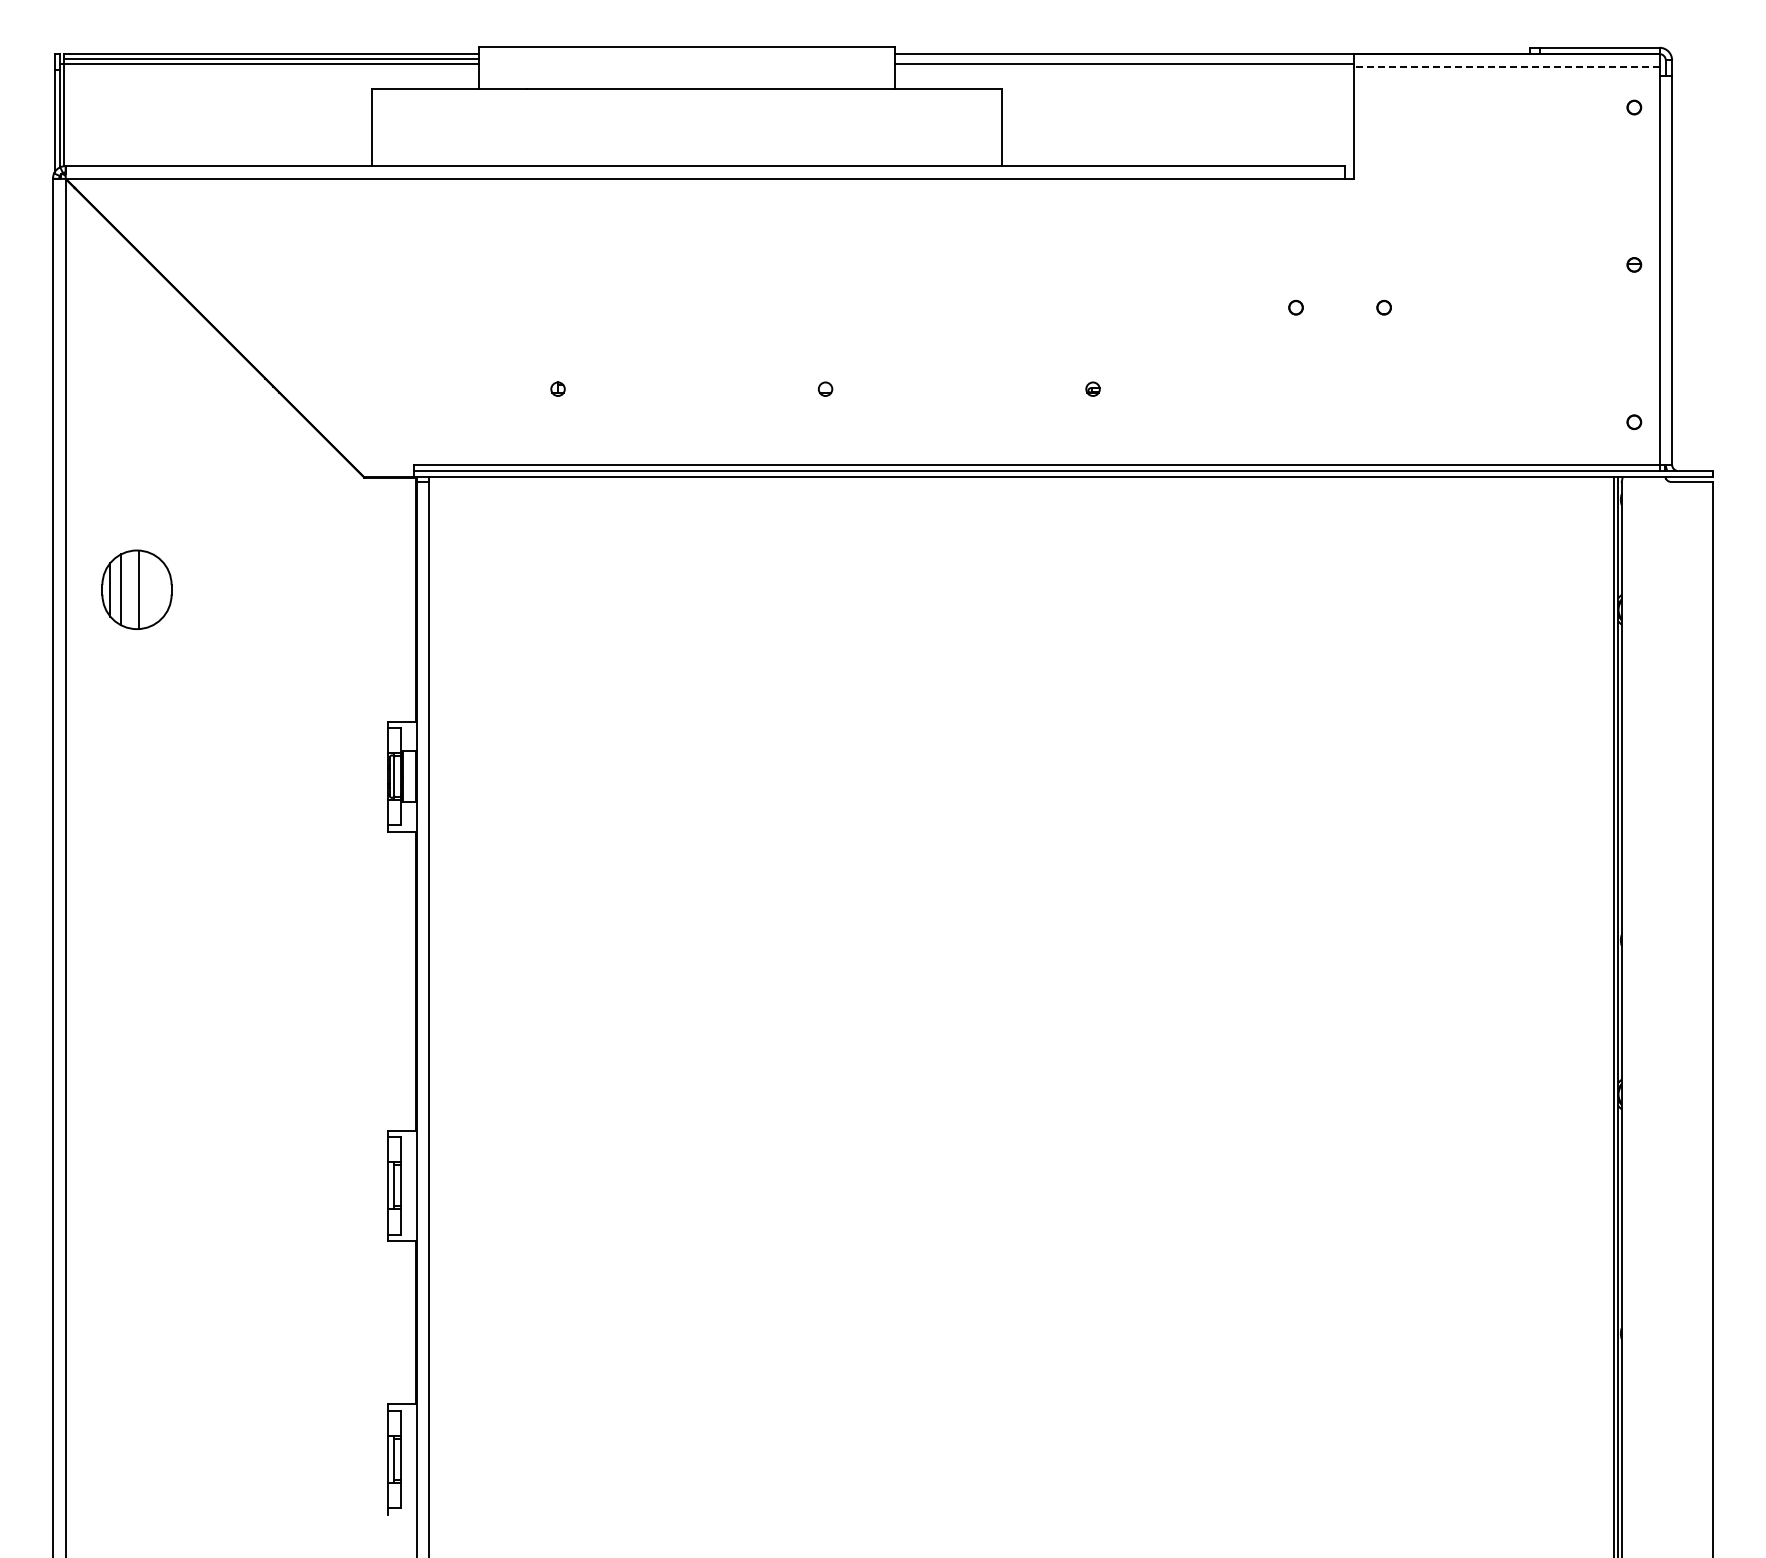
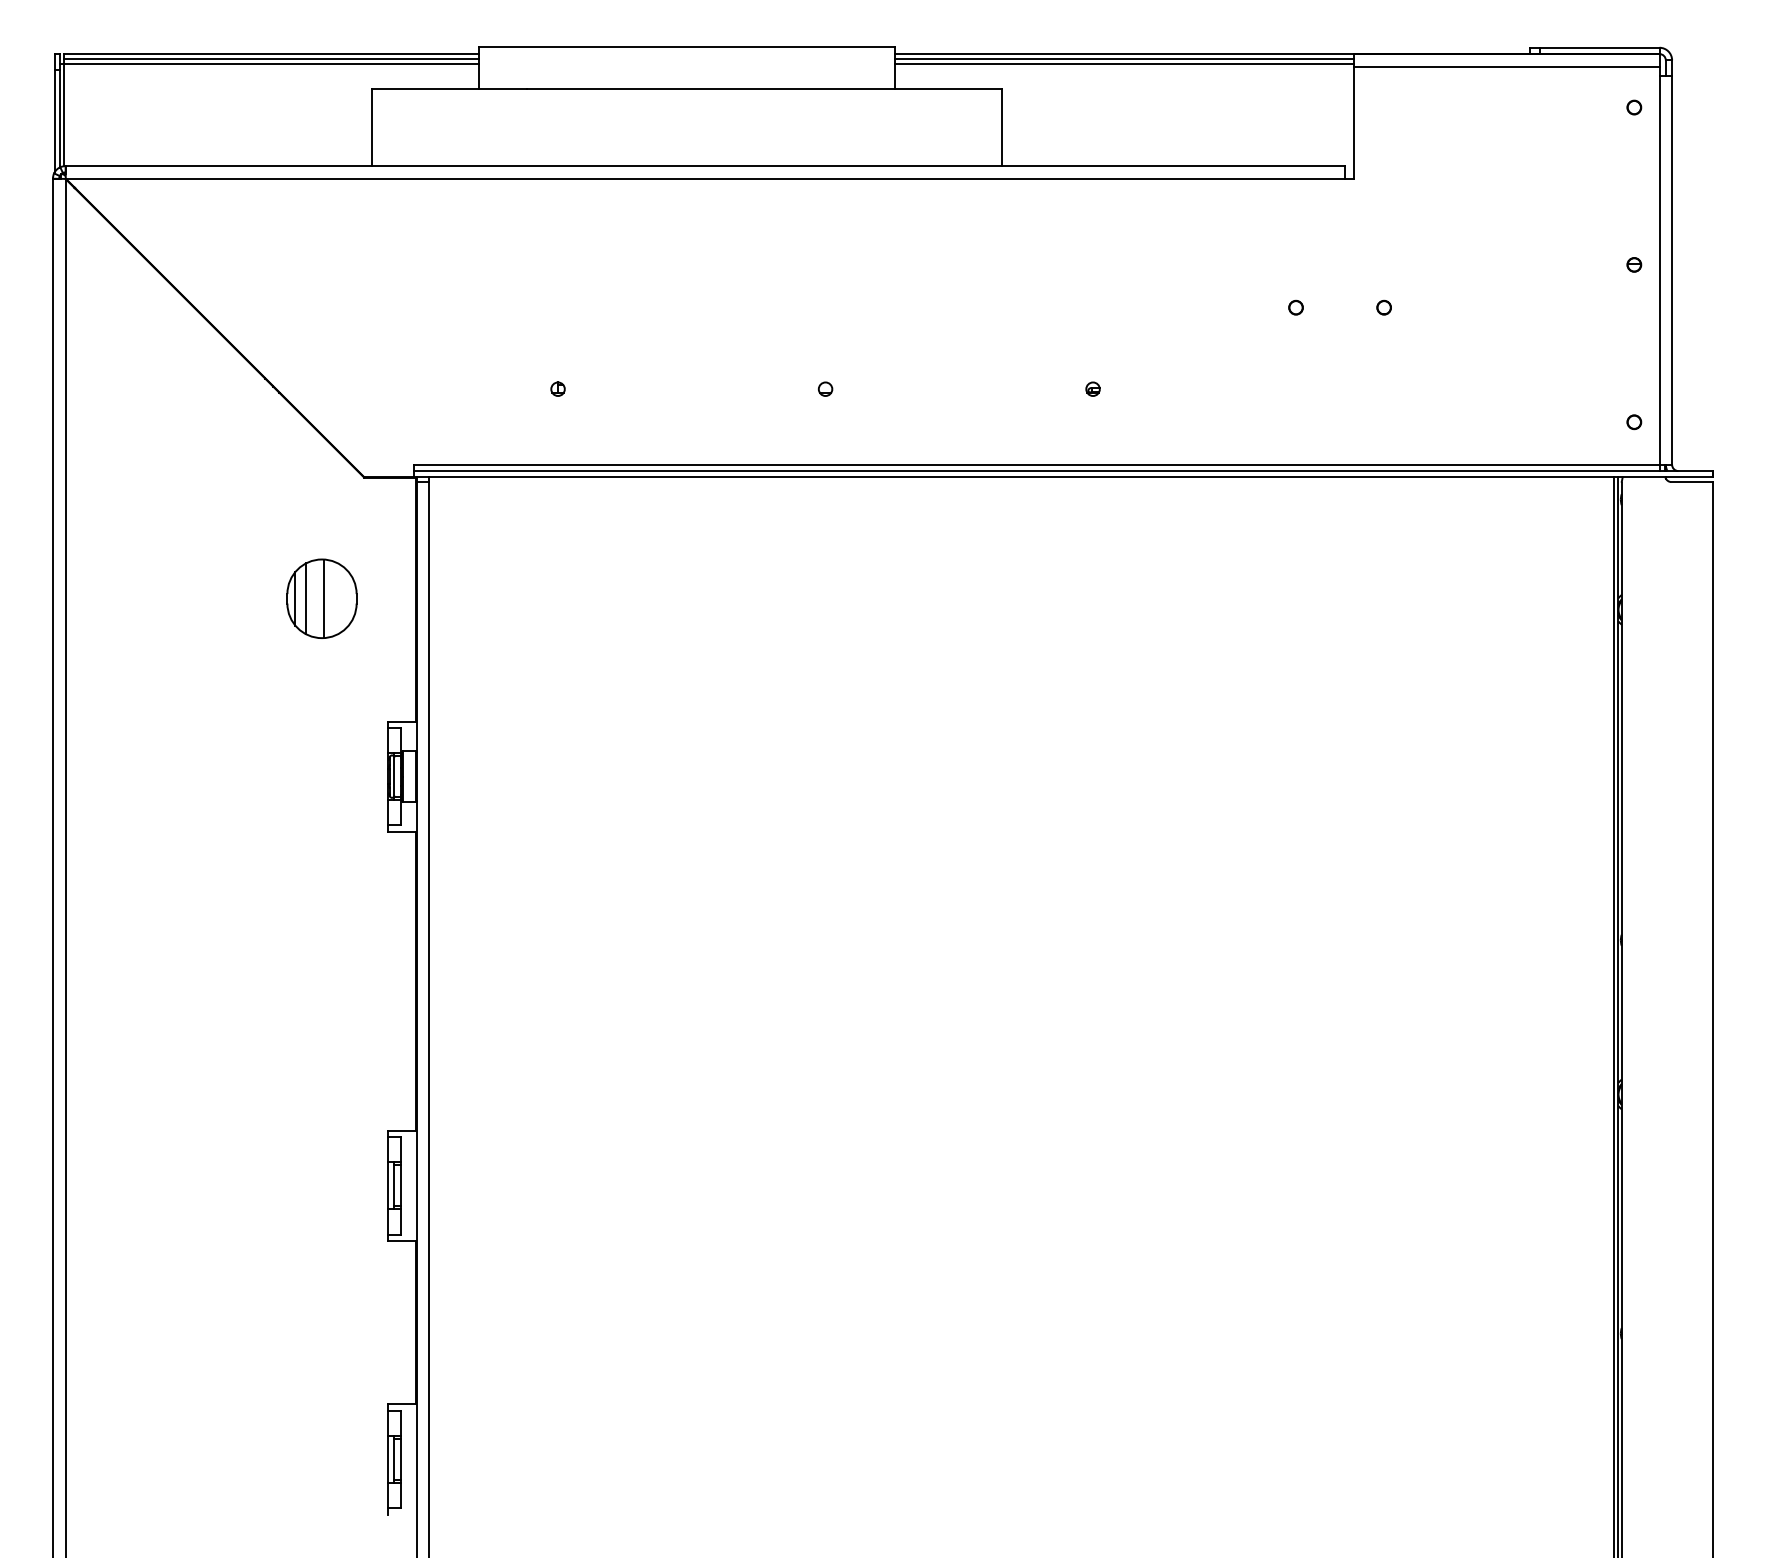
line at (1124, 58): none -> present
line at (1506, 66): dashed -> solid
part at (136, 589) position: (136, 589) -> (321, 598)
